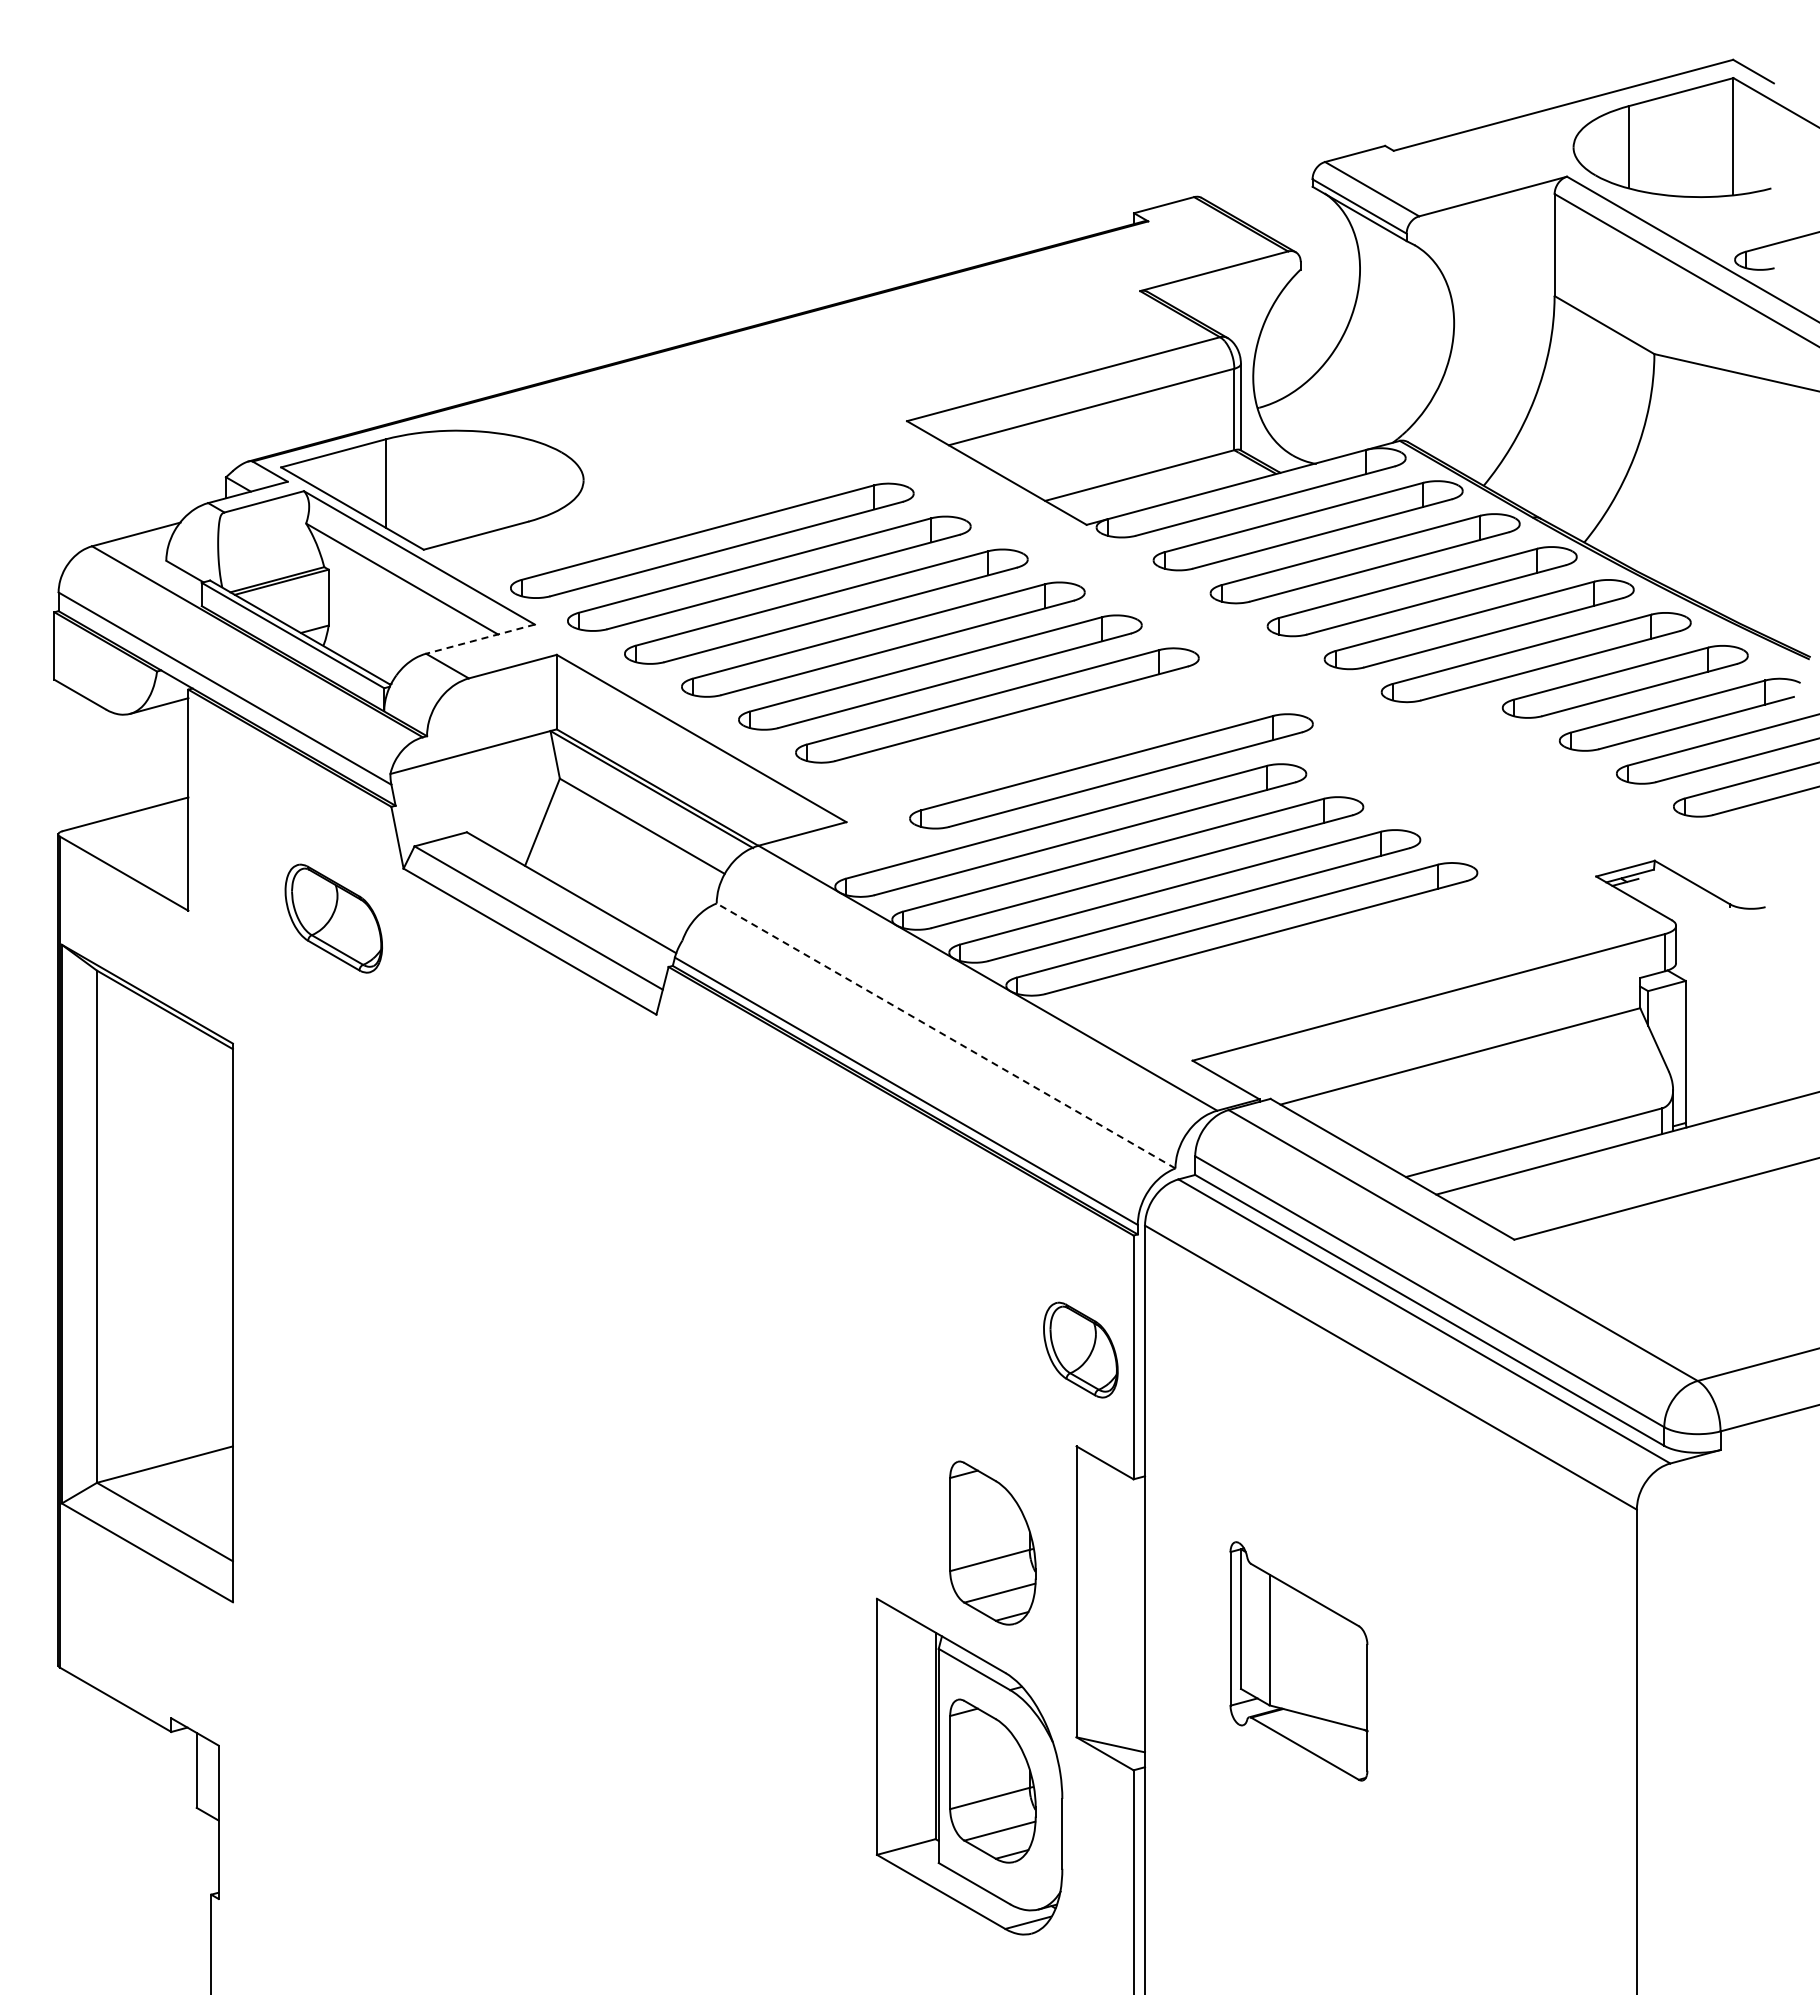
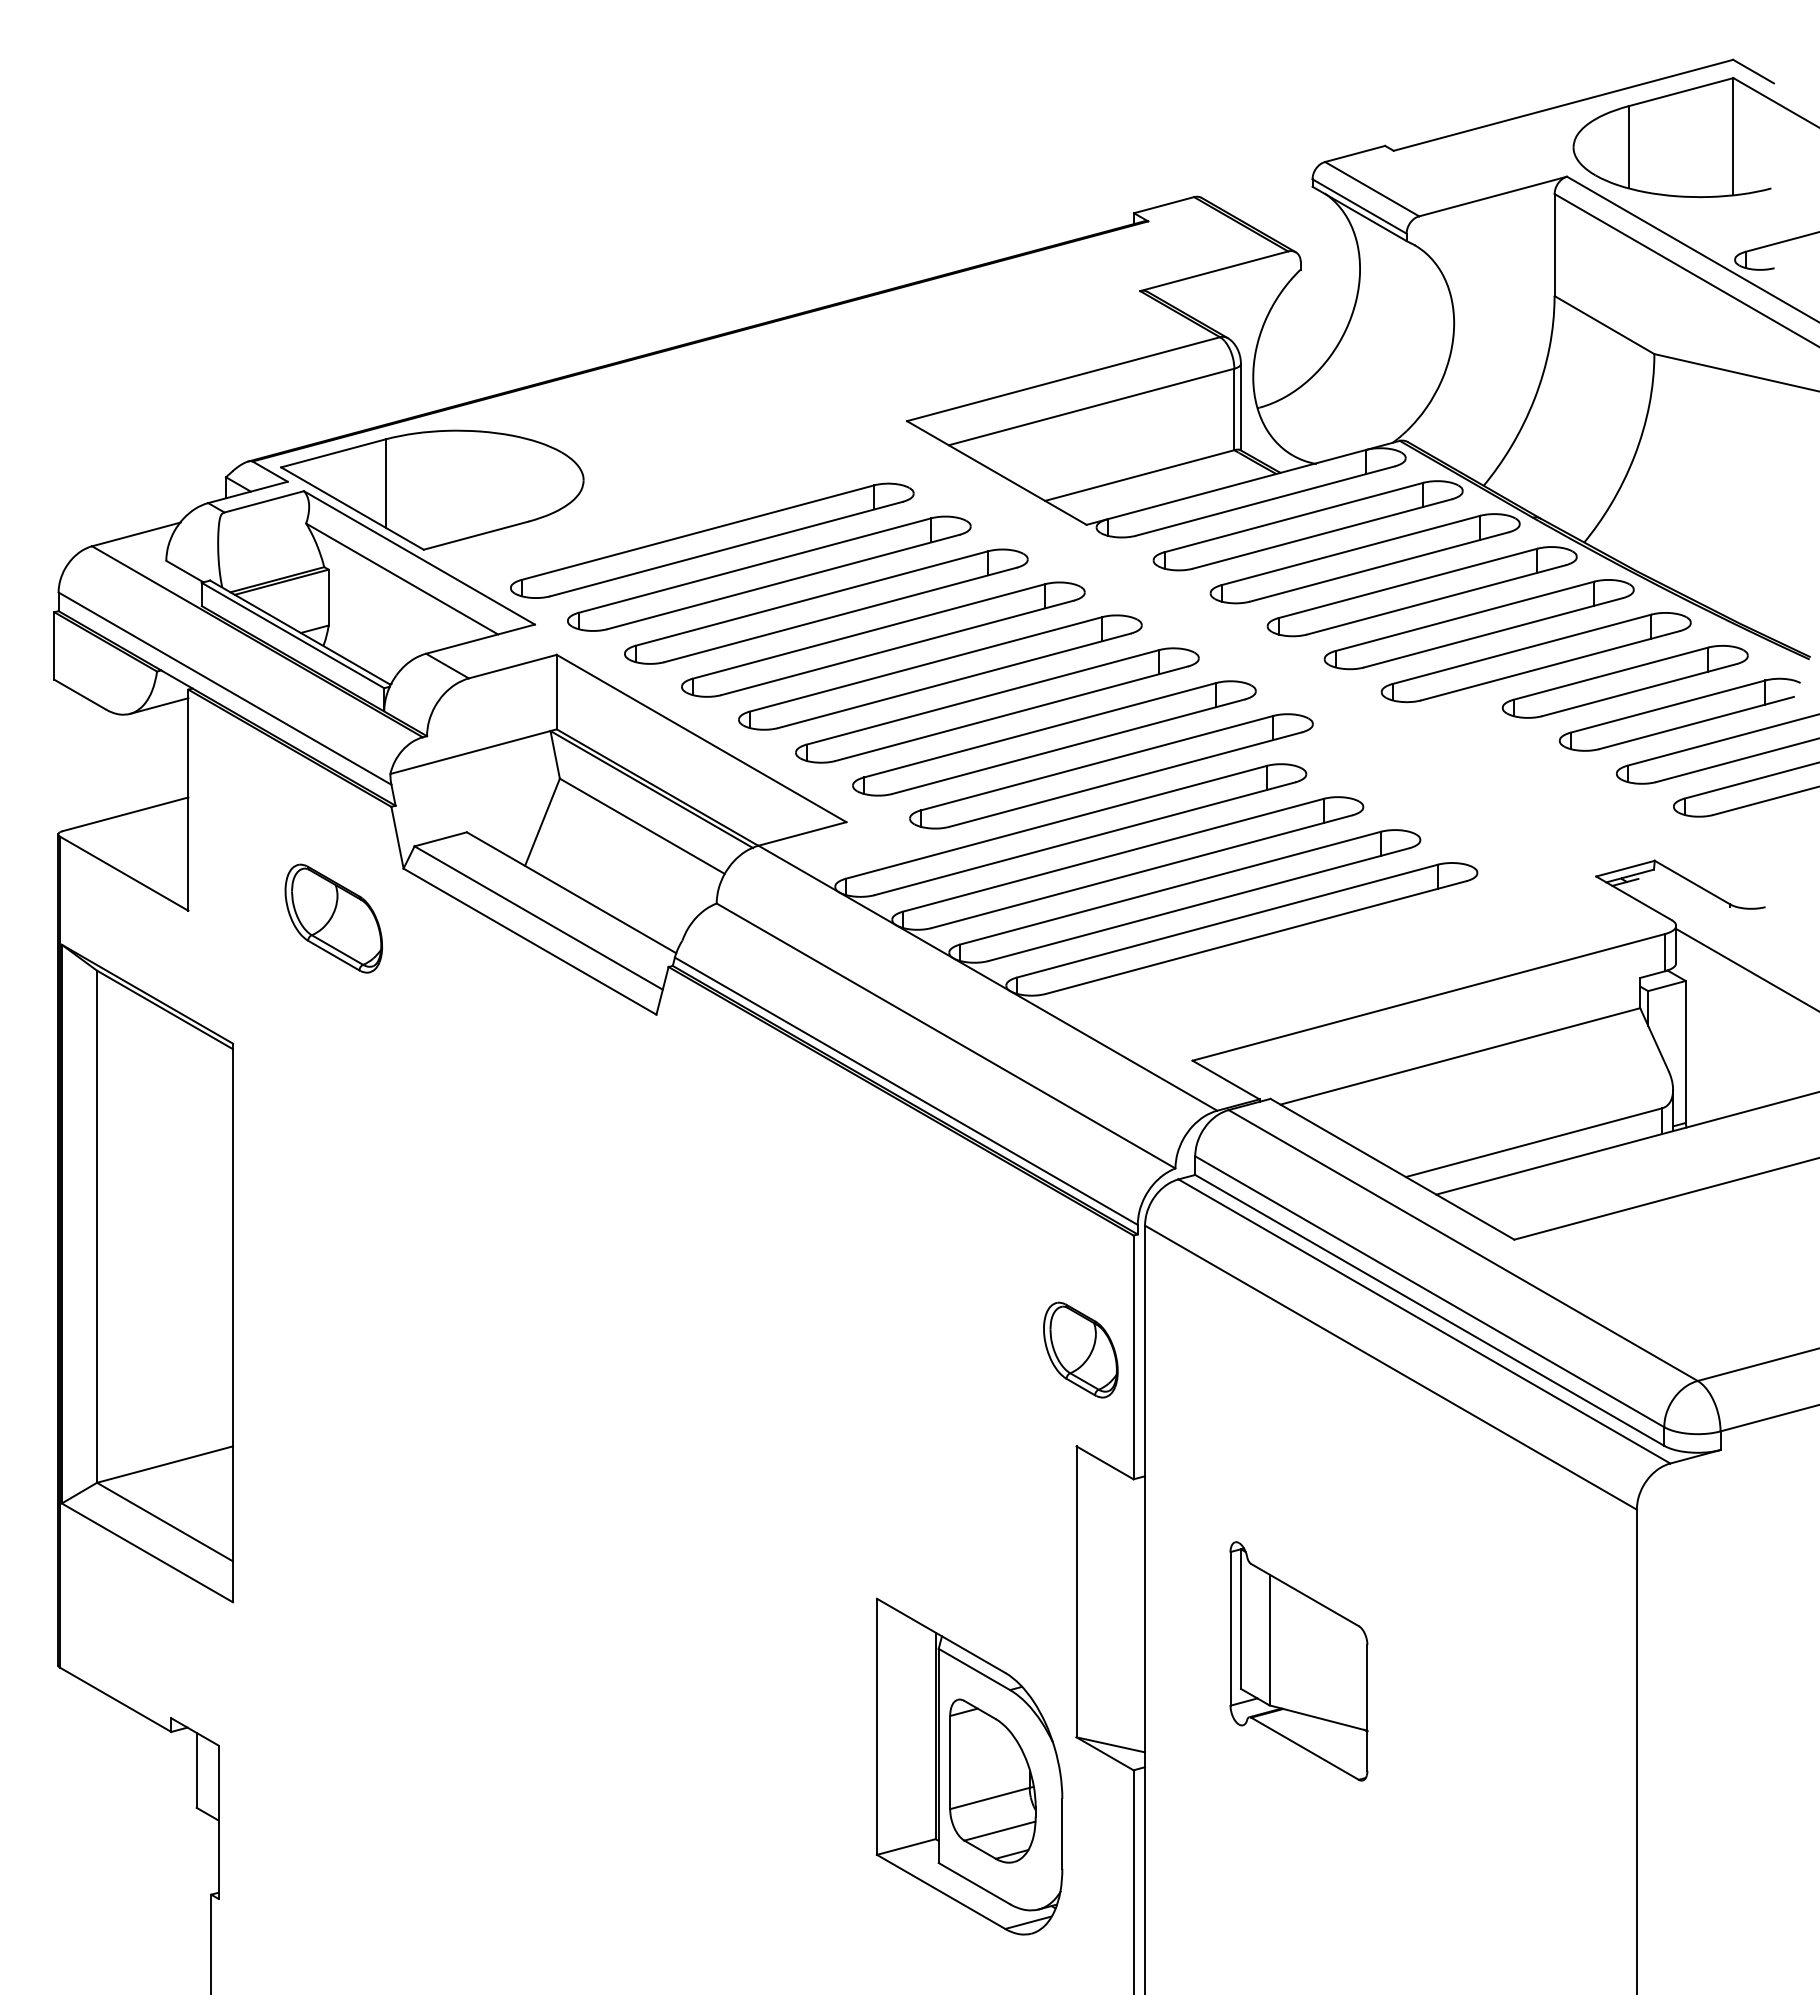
line at (480, 639): dashed -> solid
part at (1054, 738): none -> present
line at (1746, 969): none -> present
line at (946, 1036): dashed -> solid
part at (992, 1542): present -> none
